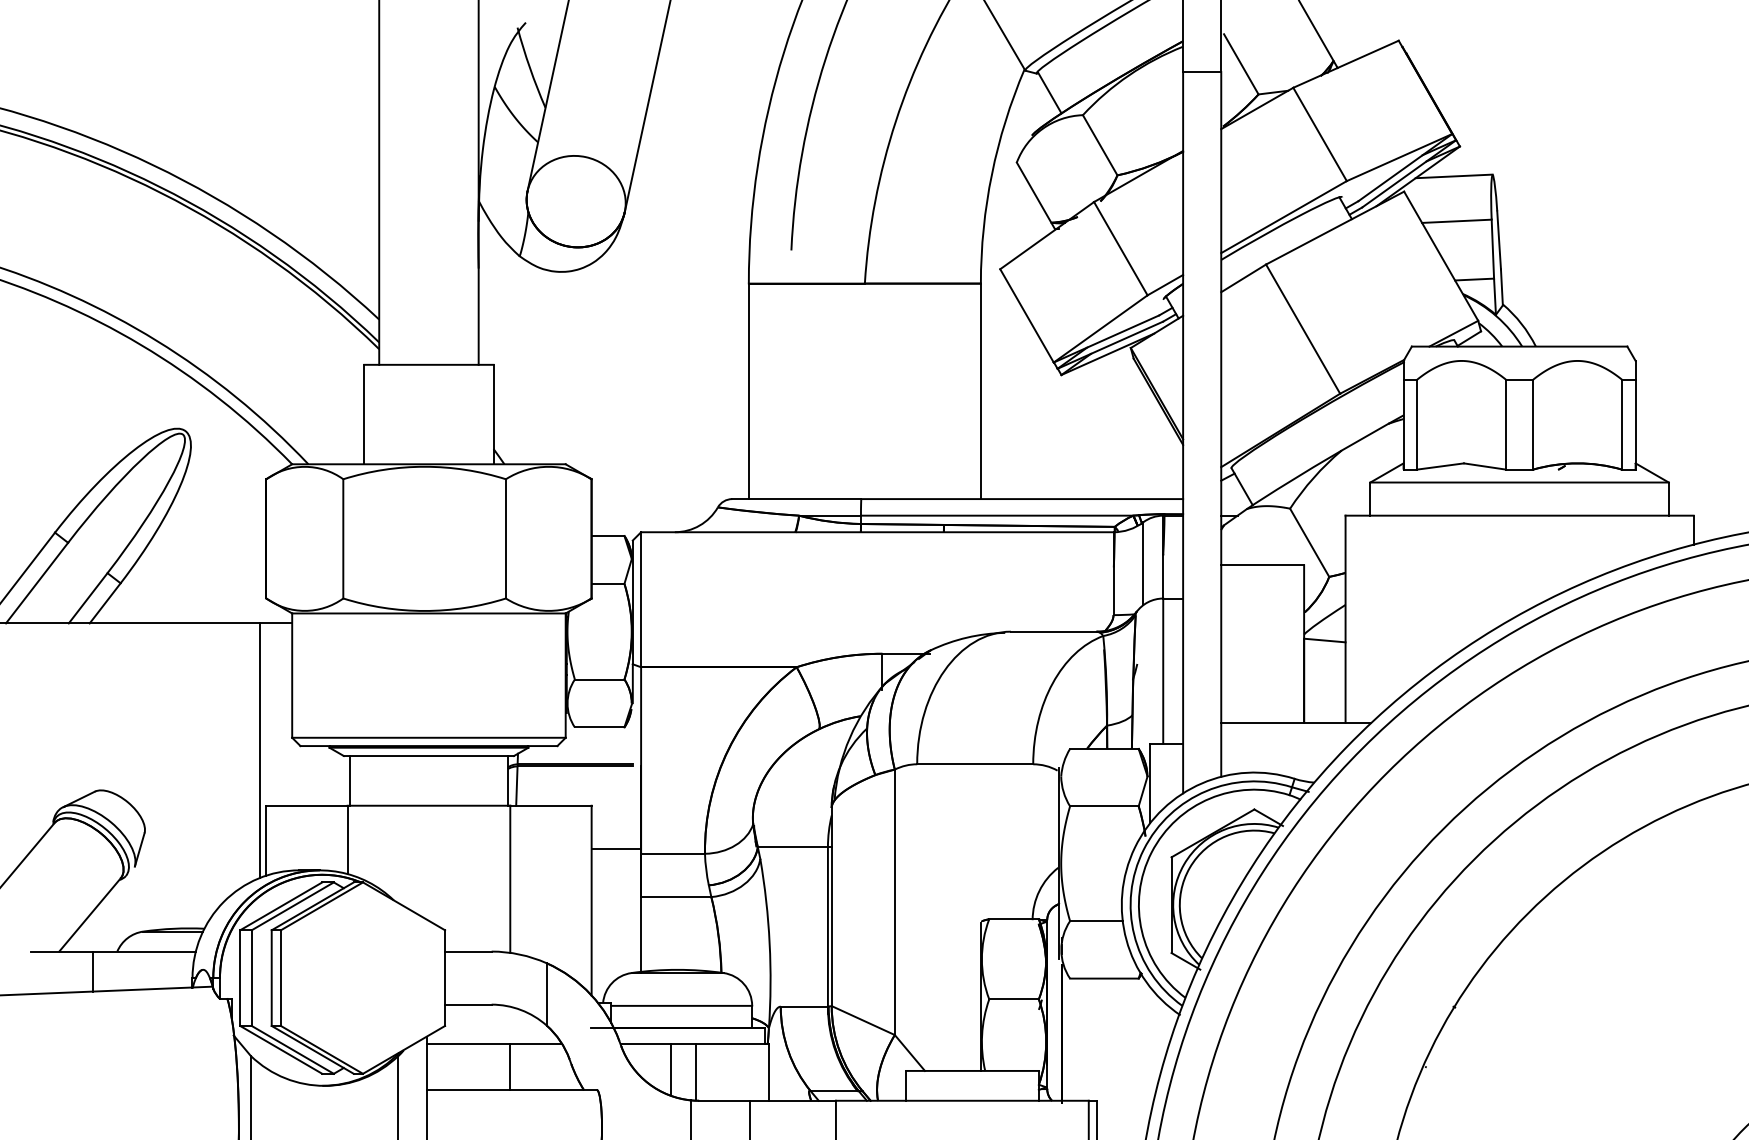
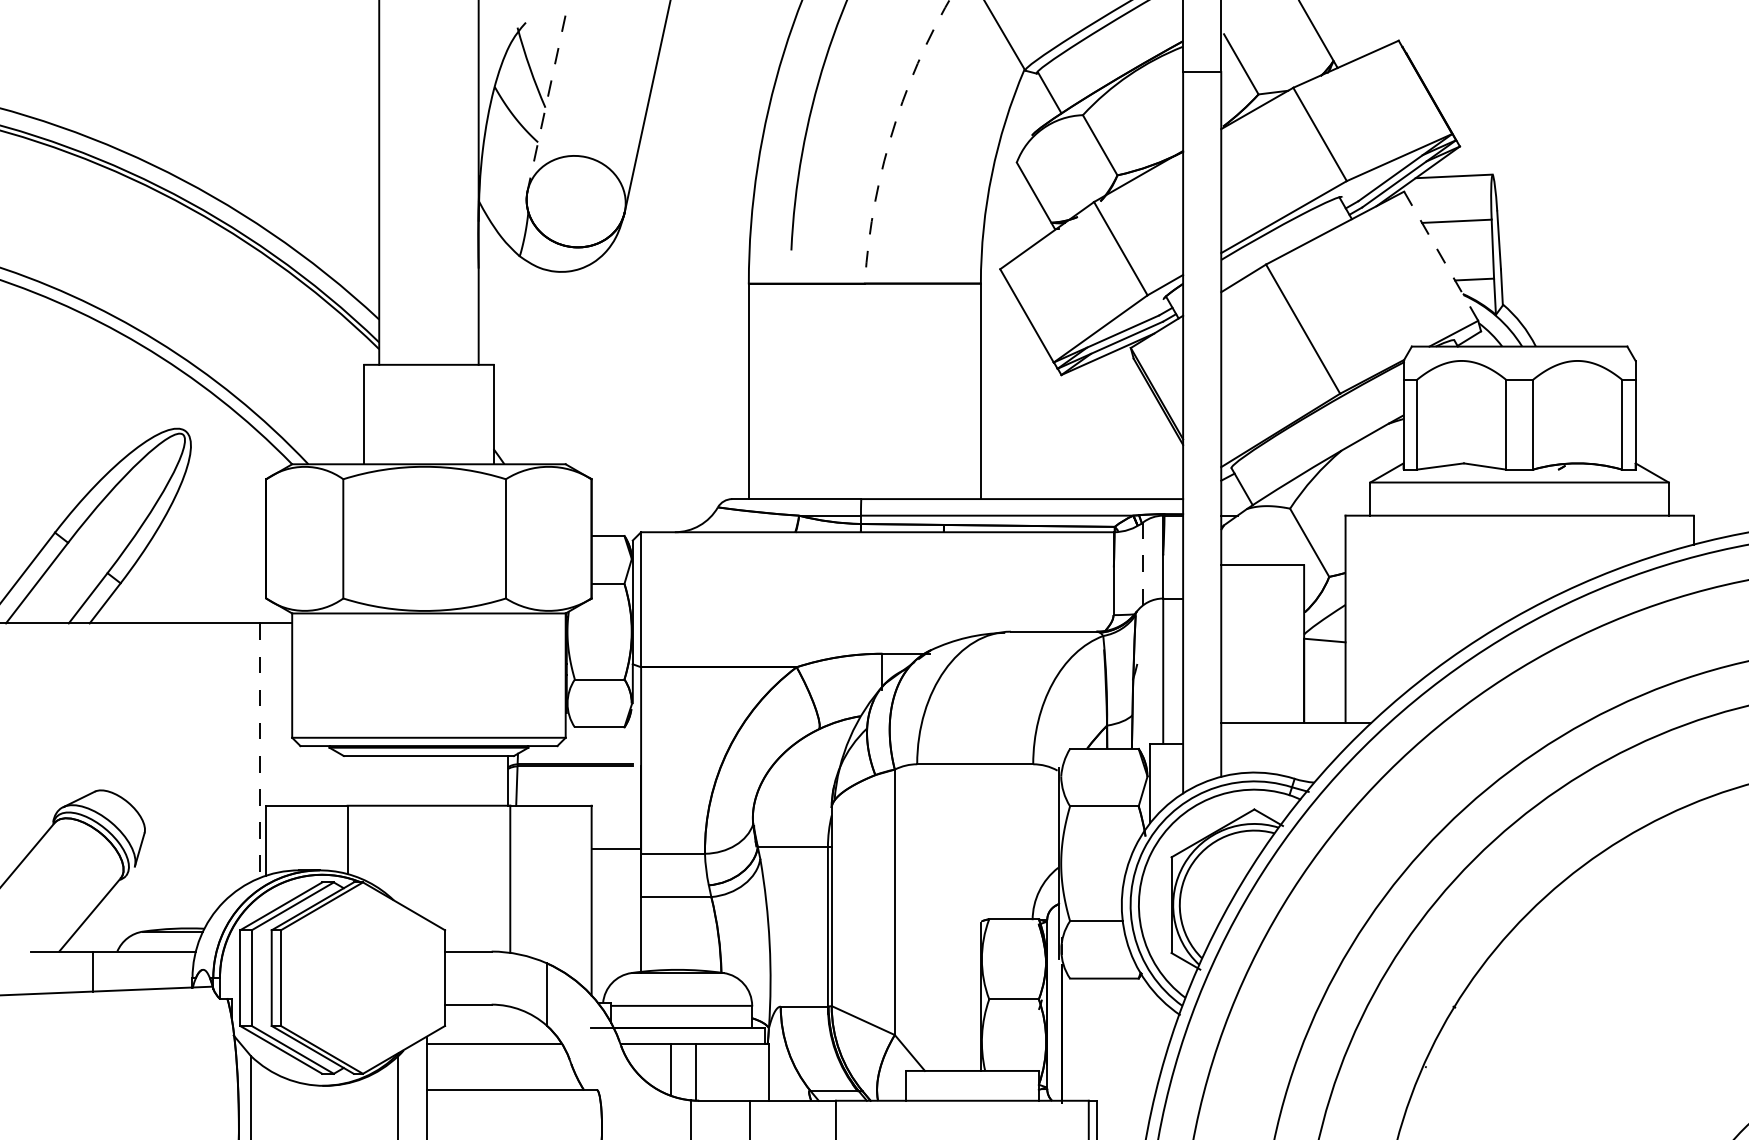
line at (548, 96): solid -> dashed
arc at (890, 137): solid -> dashed
line at (1440, 255): solid -> dashed
line at (1143, 564): solid -> dashed
line at (259, 751): solid -> dashed
line at (350, 780): present -> none
line at (510, 1067): present -> none
